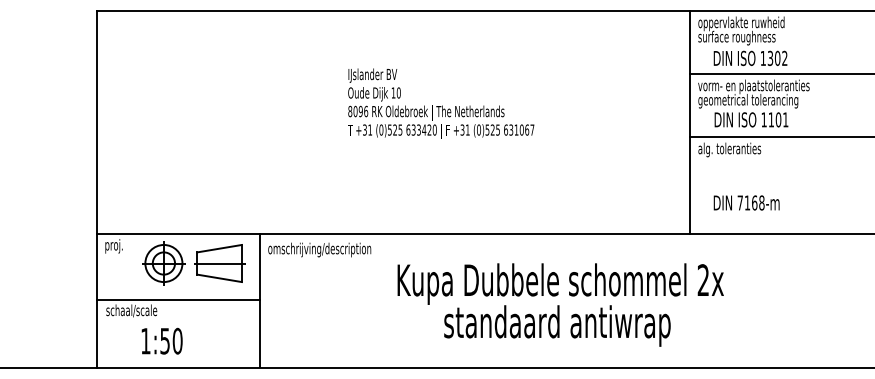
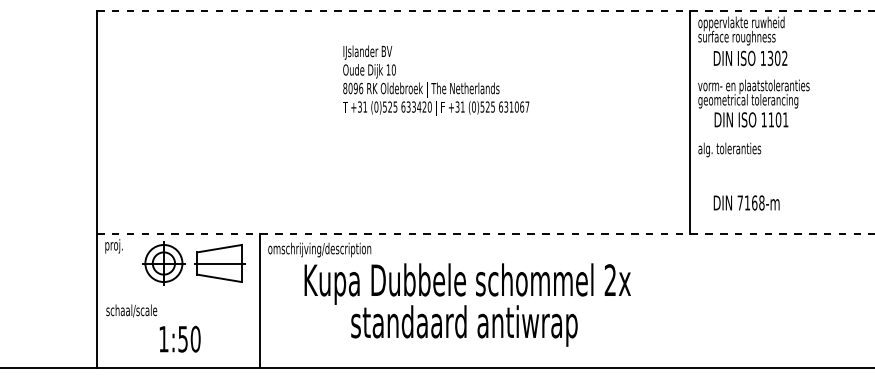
line at (485, 11): solid -> dashed
line at (780, 74): present -> none
text at (441, 103) position: (441, 103) -> (436, 80)
line at (780, 137): present -> none
line at (485, 233): solid -> dashed
line at (178, 300): present -> none
text at (560, 304) position: (560, 304) -> (467, 304)
text at (161, 340) position: (161, 340) -> (179, 338)
